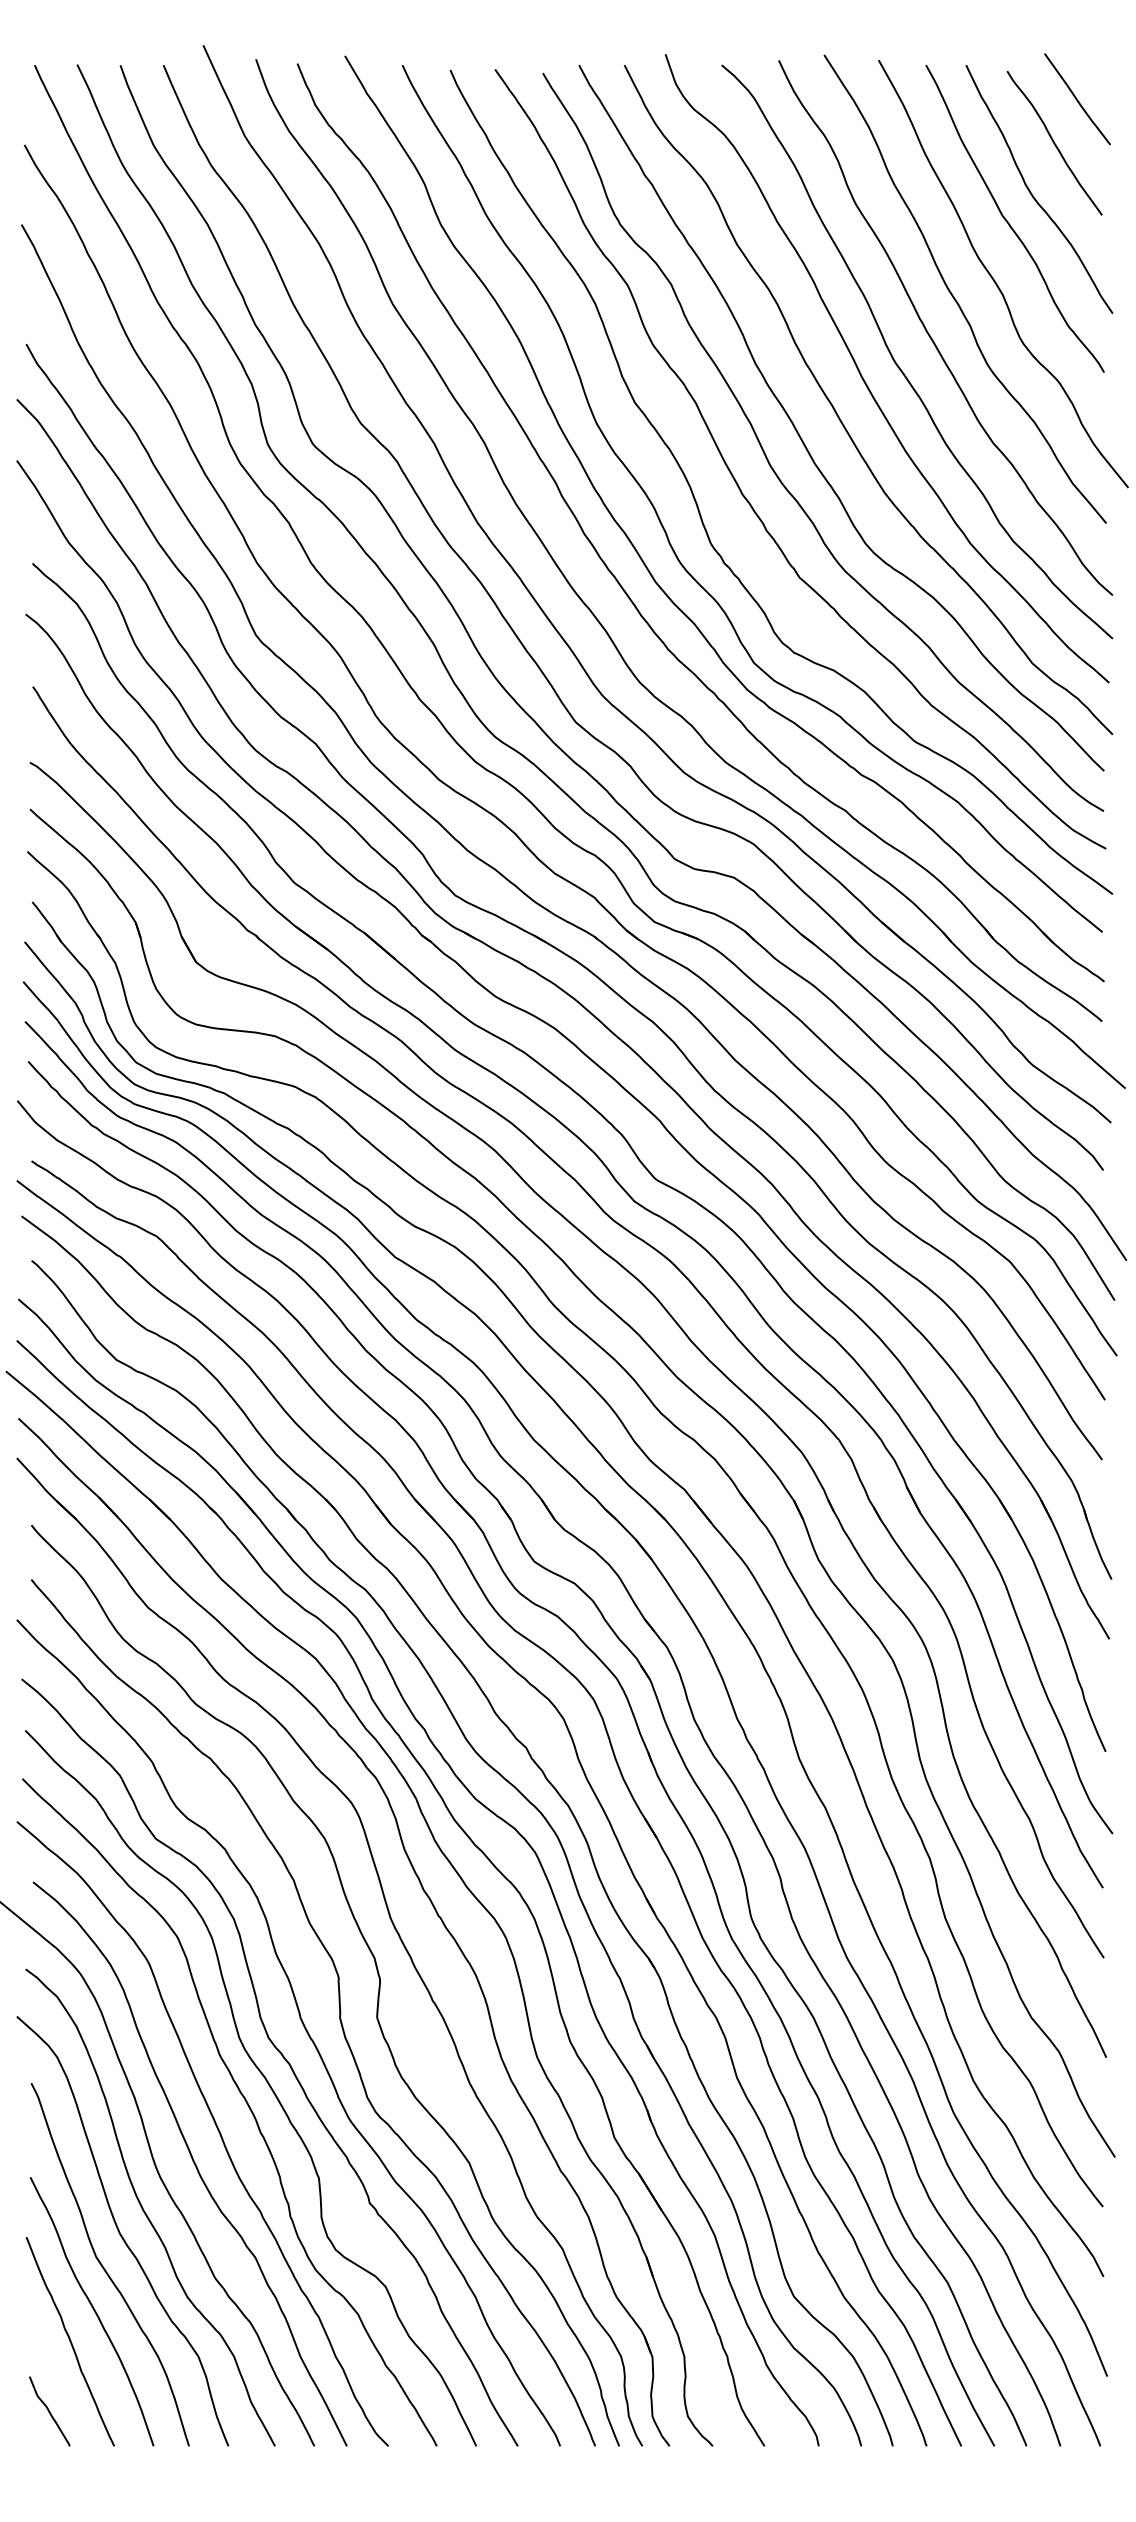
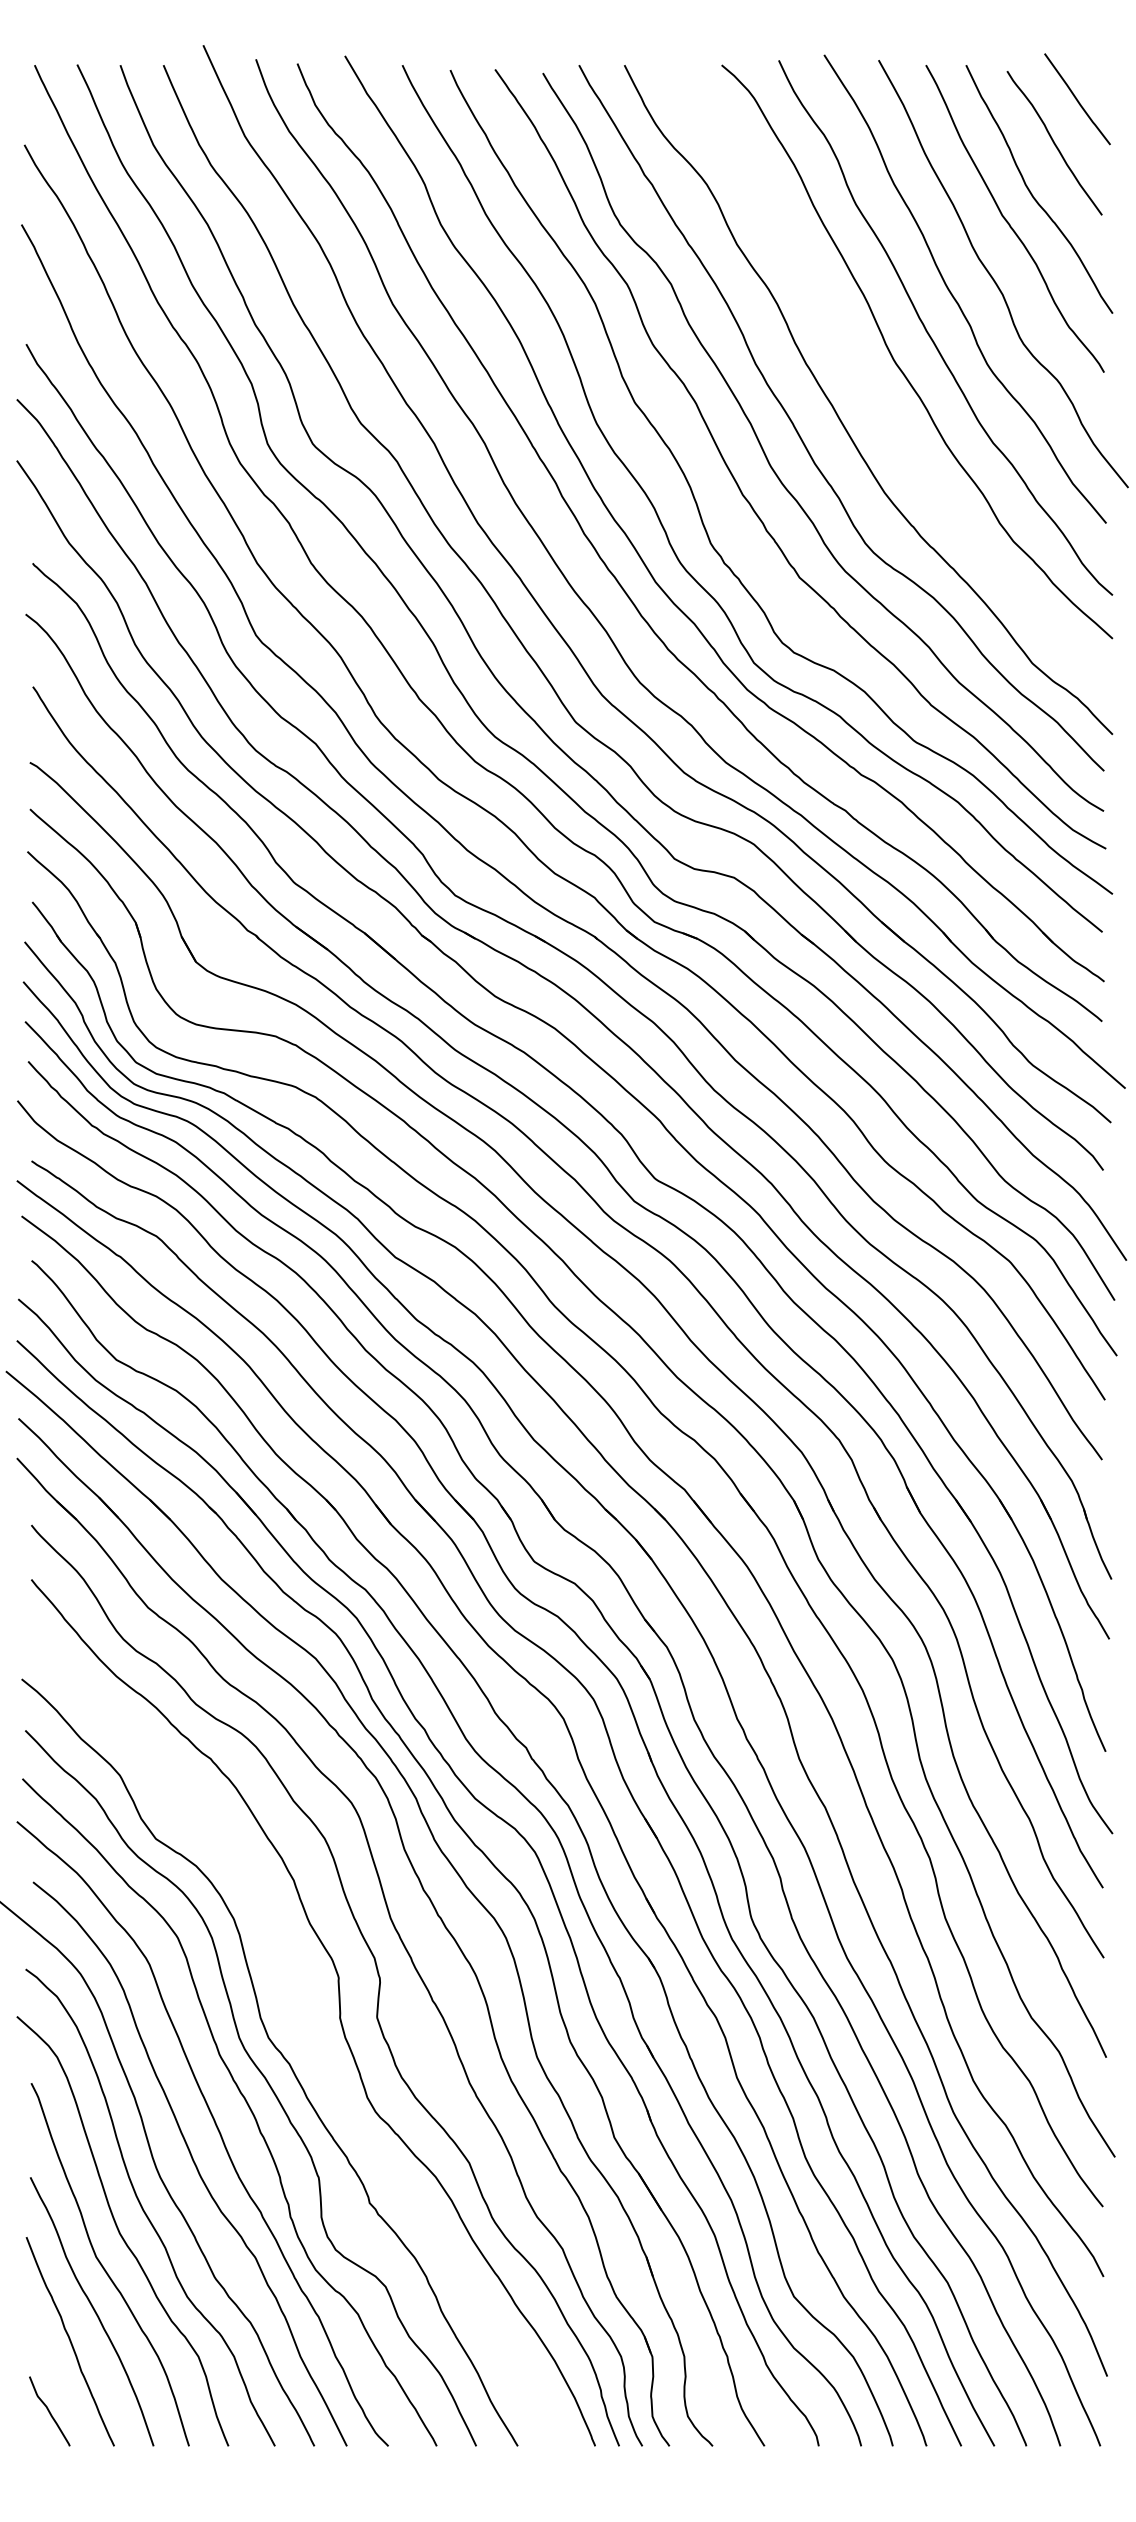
curve at (864, 379): present -> none
curve at (302, 2024): present -> none
